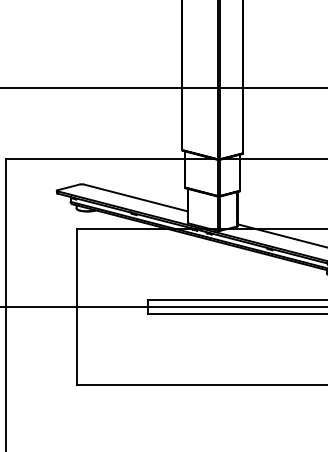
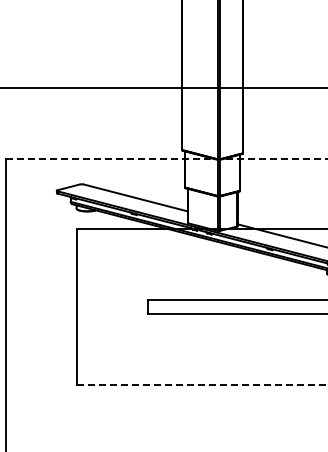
line at (167, 158): solid -> dashed
line at (163, 307): present -> none
line at (202, 385): solid -> dashed
